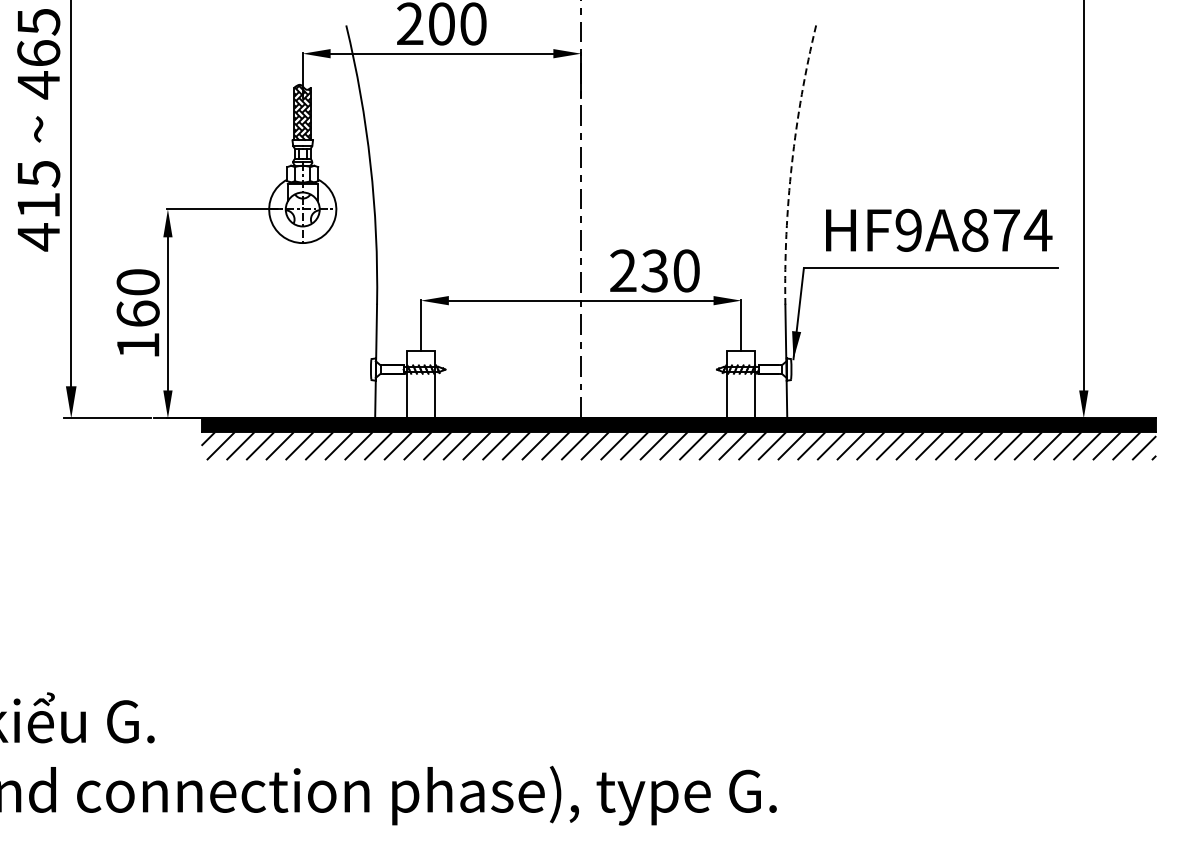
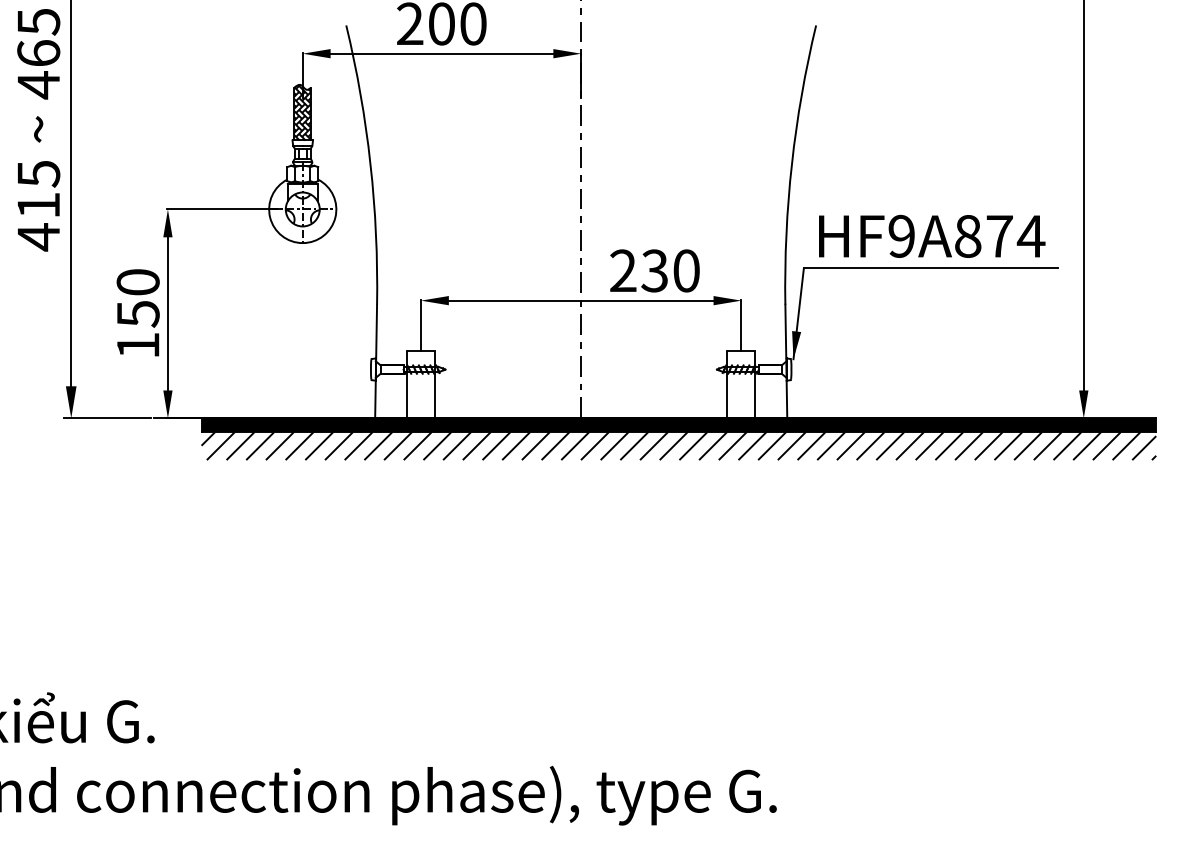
arc at (791, 164): dashed -> solid
text at (939, 229) position: (939, 229) -> (932, 235)
text at (137, 313): 160 -> 150
